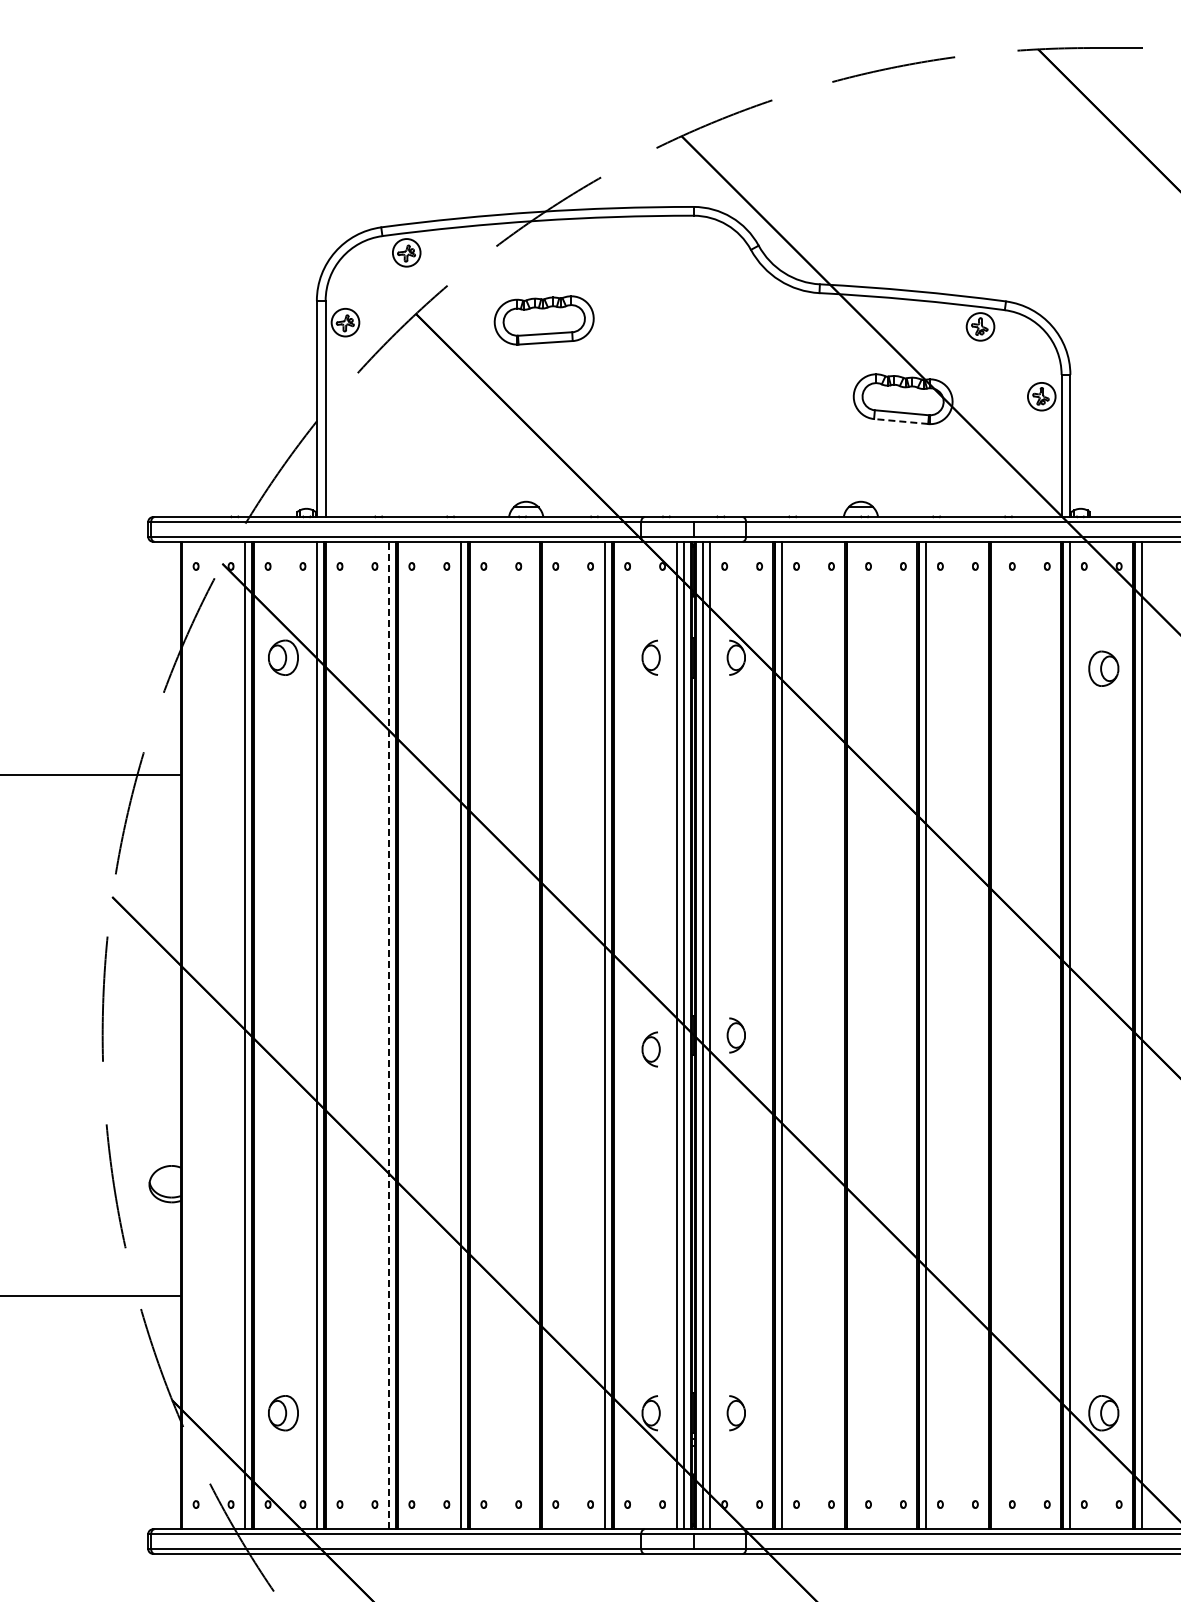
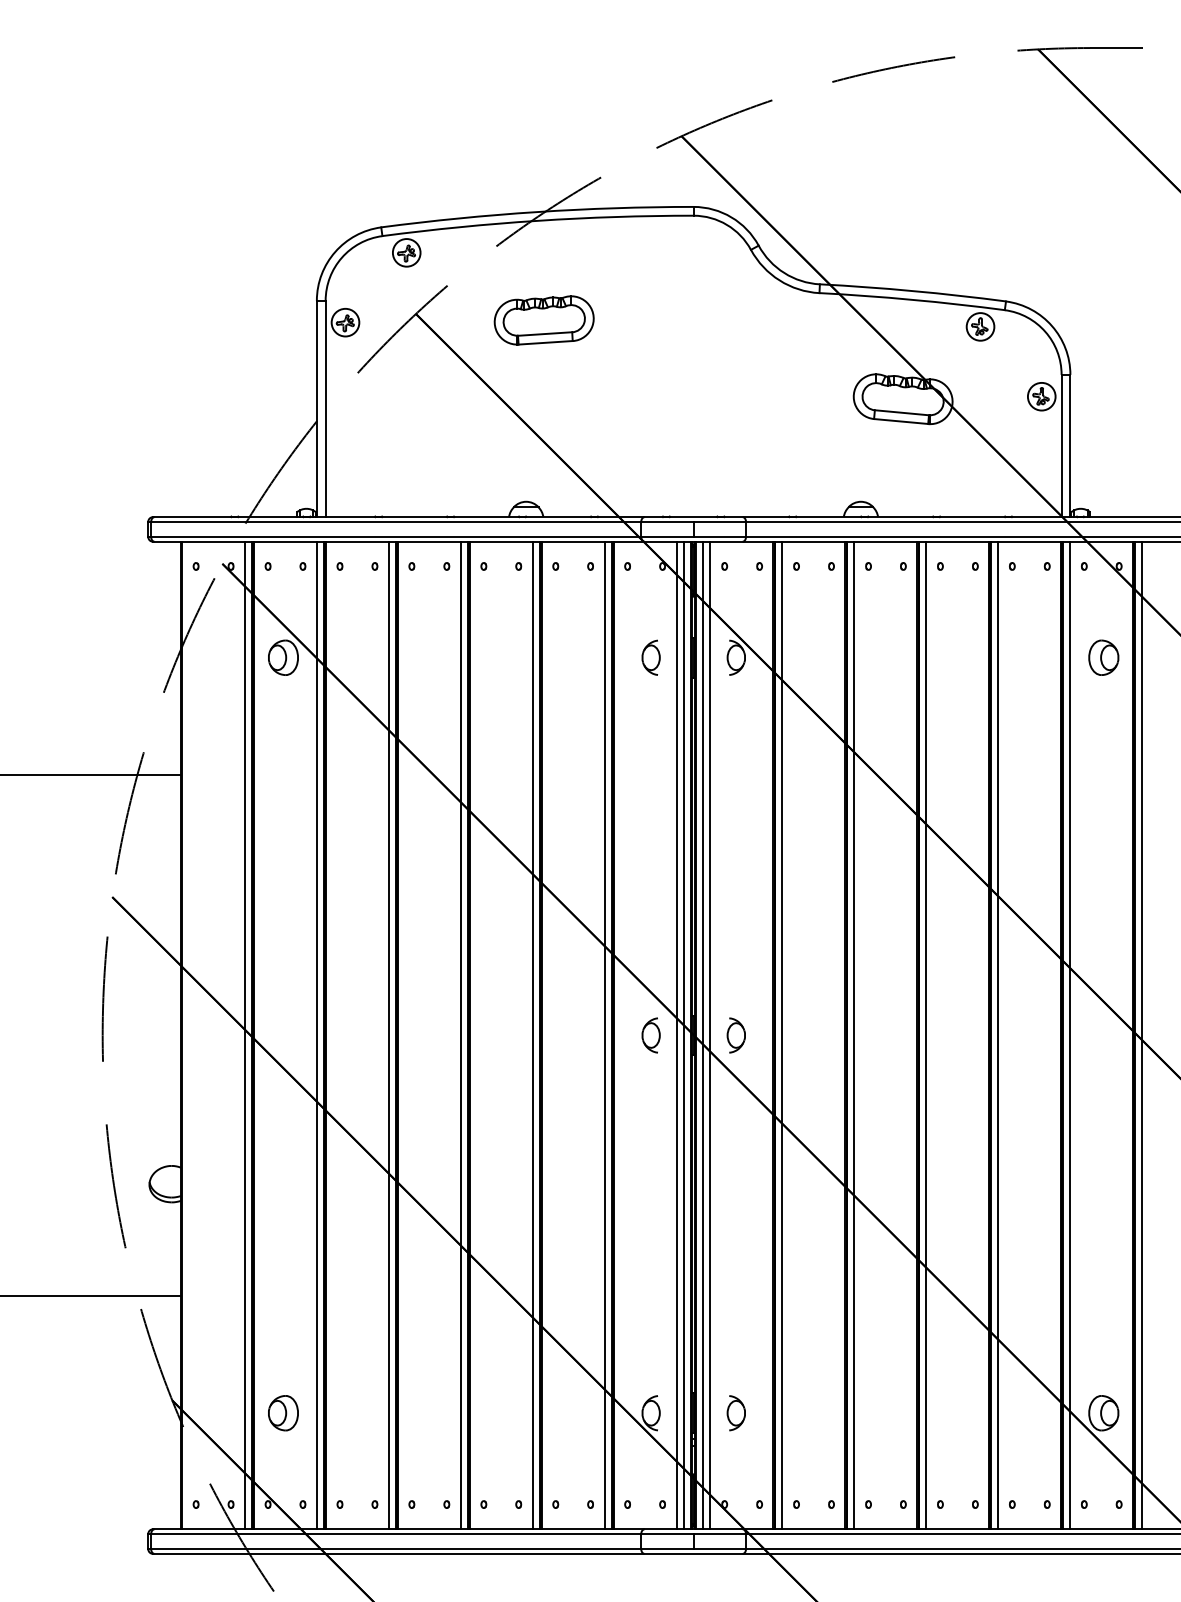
line at (900, 421): dashed -> solid
part at (1103, 668) position: (1103, 668) -> (1103, 657)
line at (389, 1035): dashed -> solid
line at (533, 1035): none -> present
line at (854, 1035): none -> present
line at (998, 1035): none -> present
part at (650, 1049) position: (650, 1049) -> (650, 1035)
